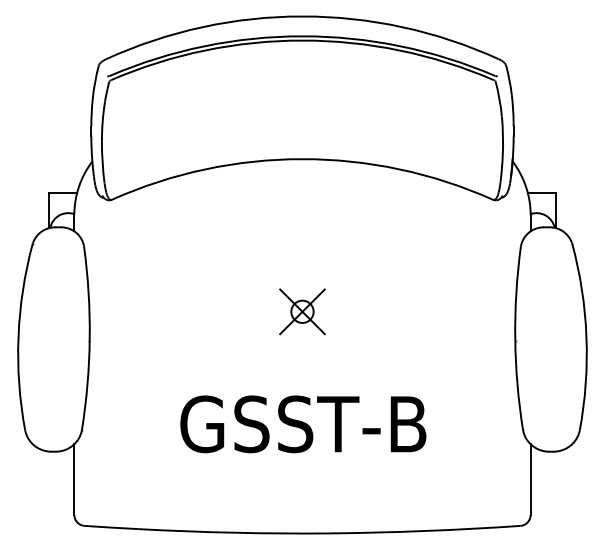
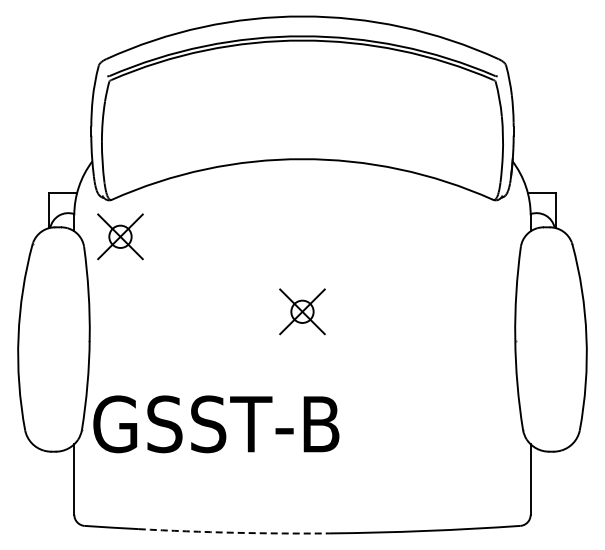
part at (120, 236): none -> present
text at (303, 424) position: (303, 424) -> (216, 424)
arc at (234, 532): solid -> dashed
